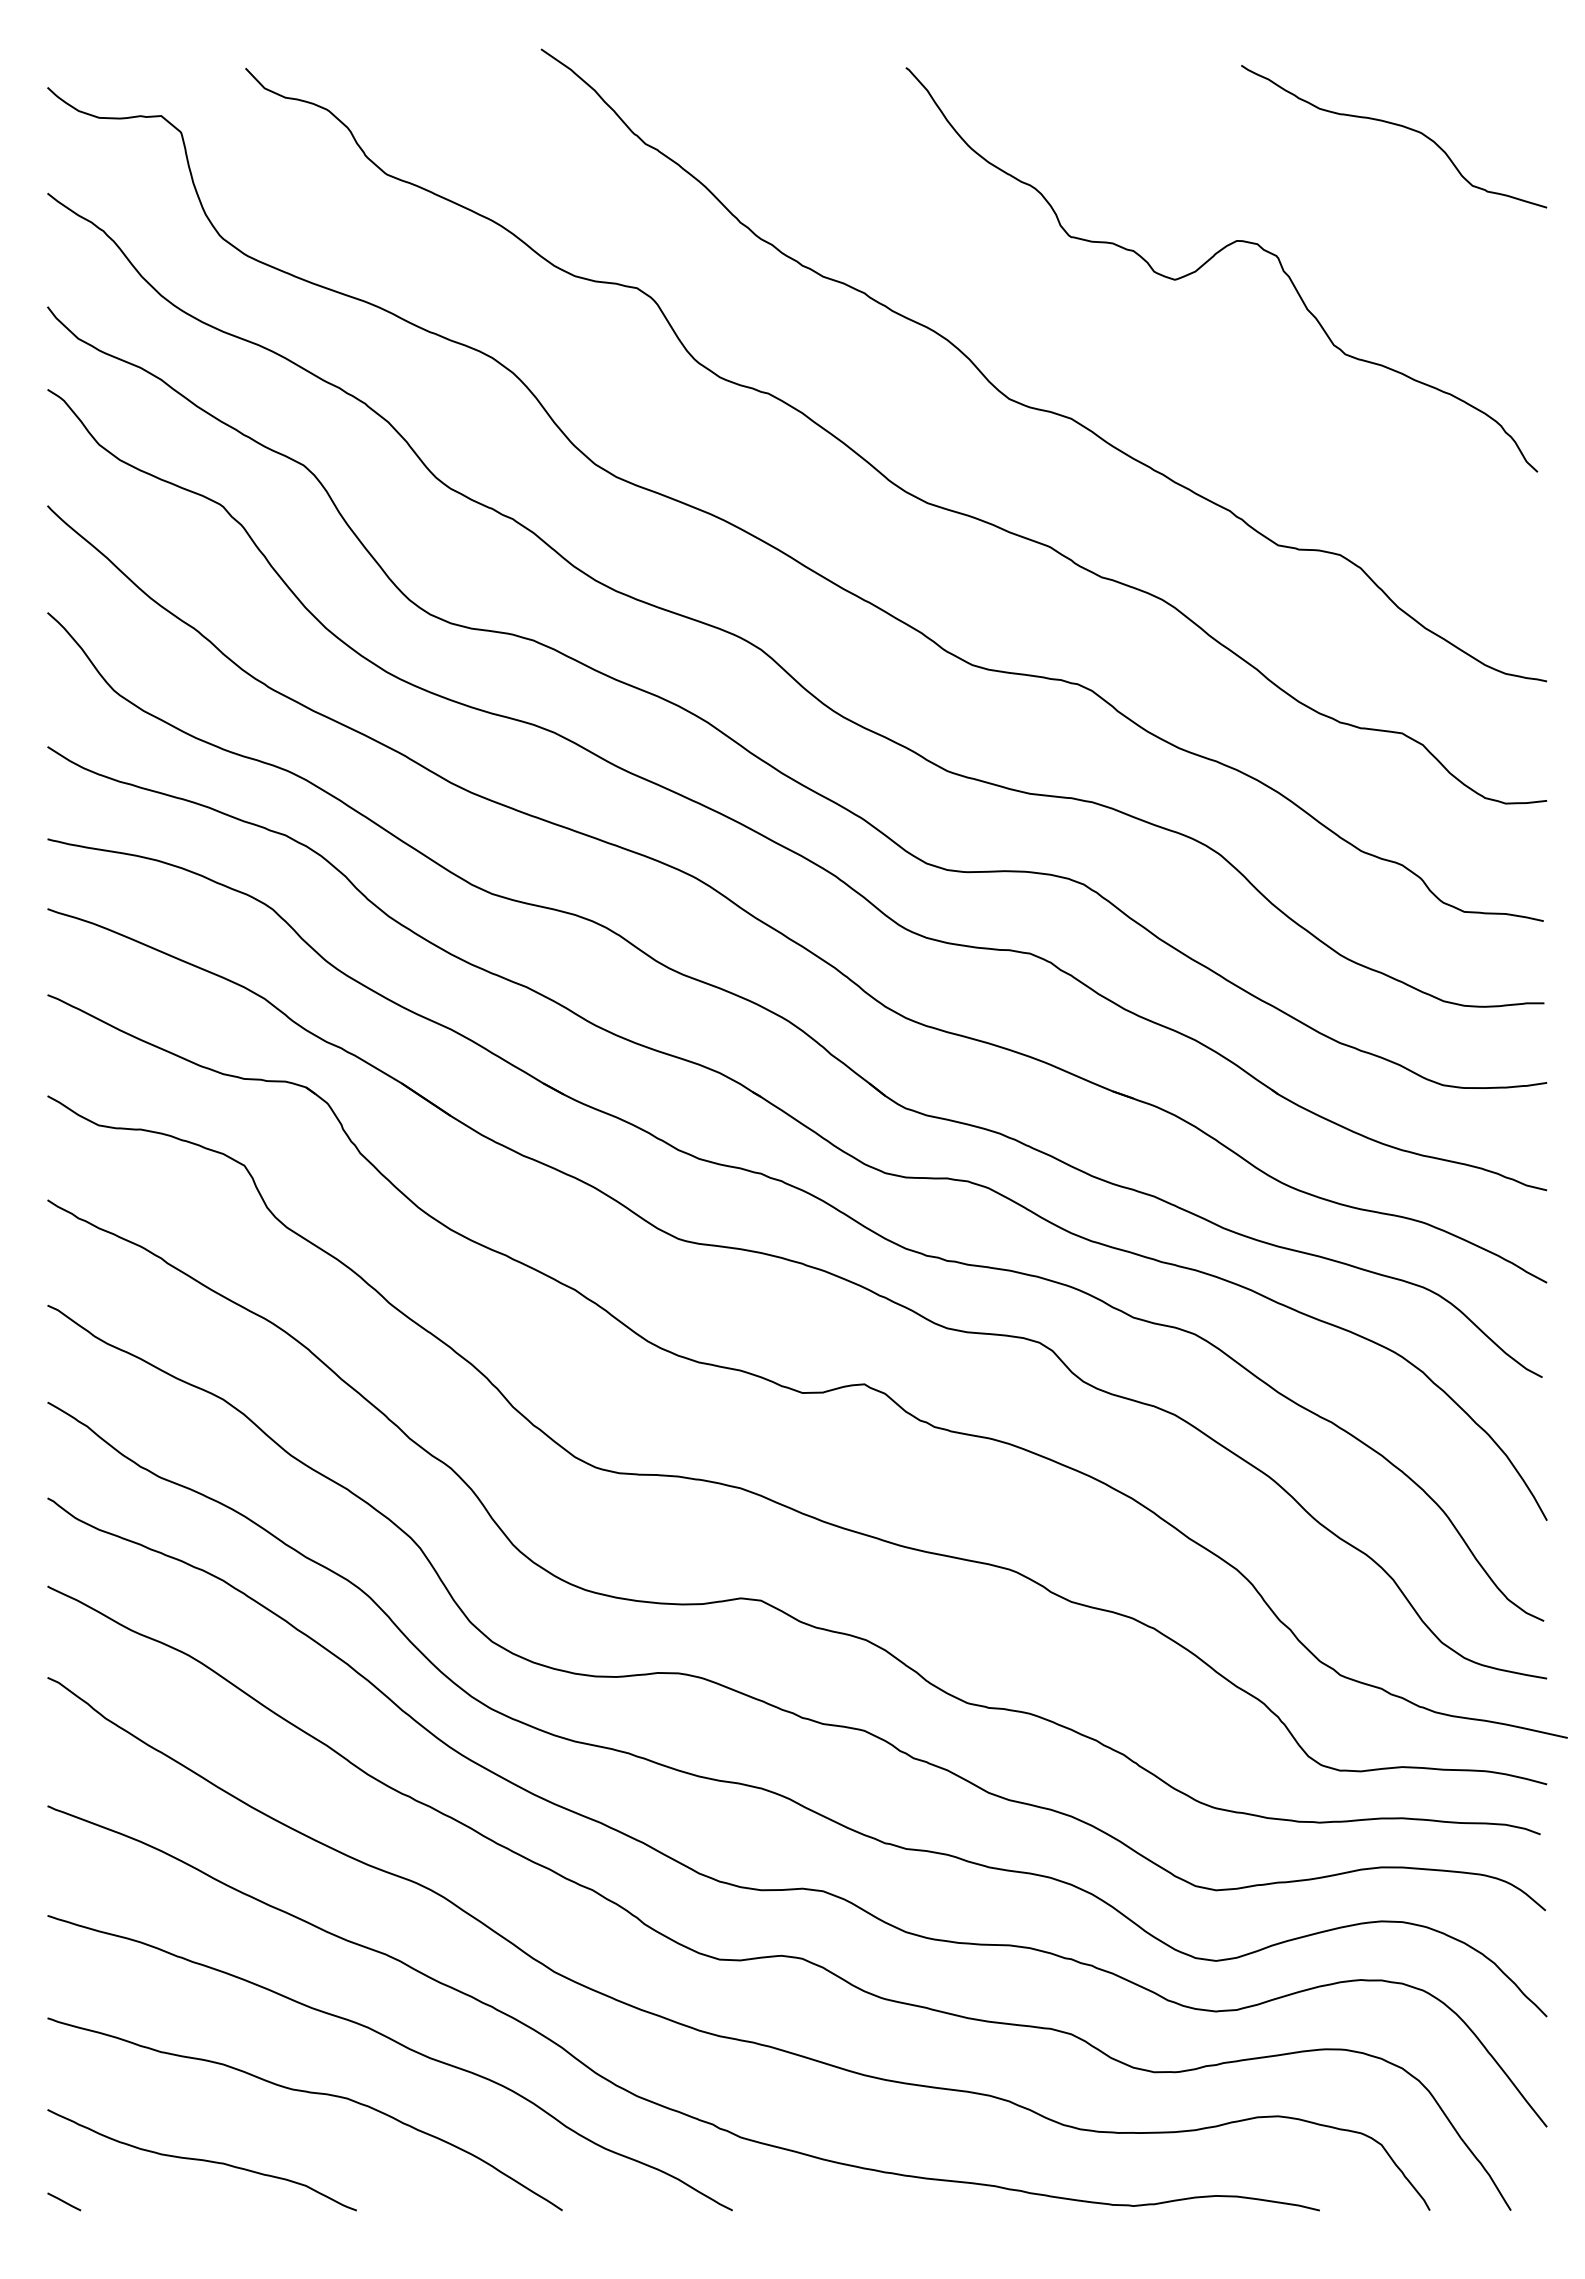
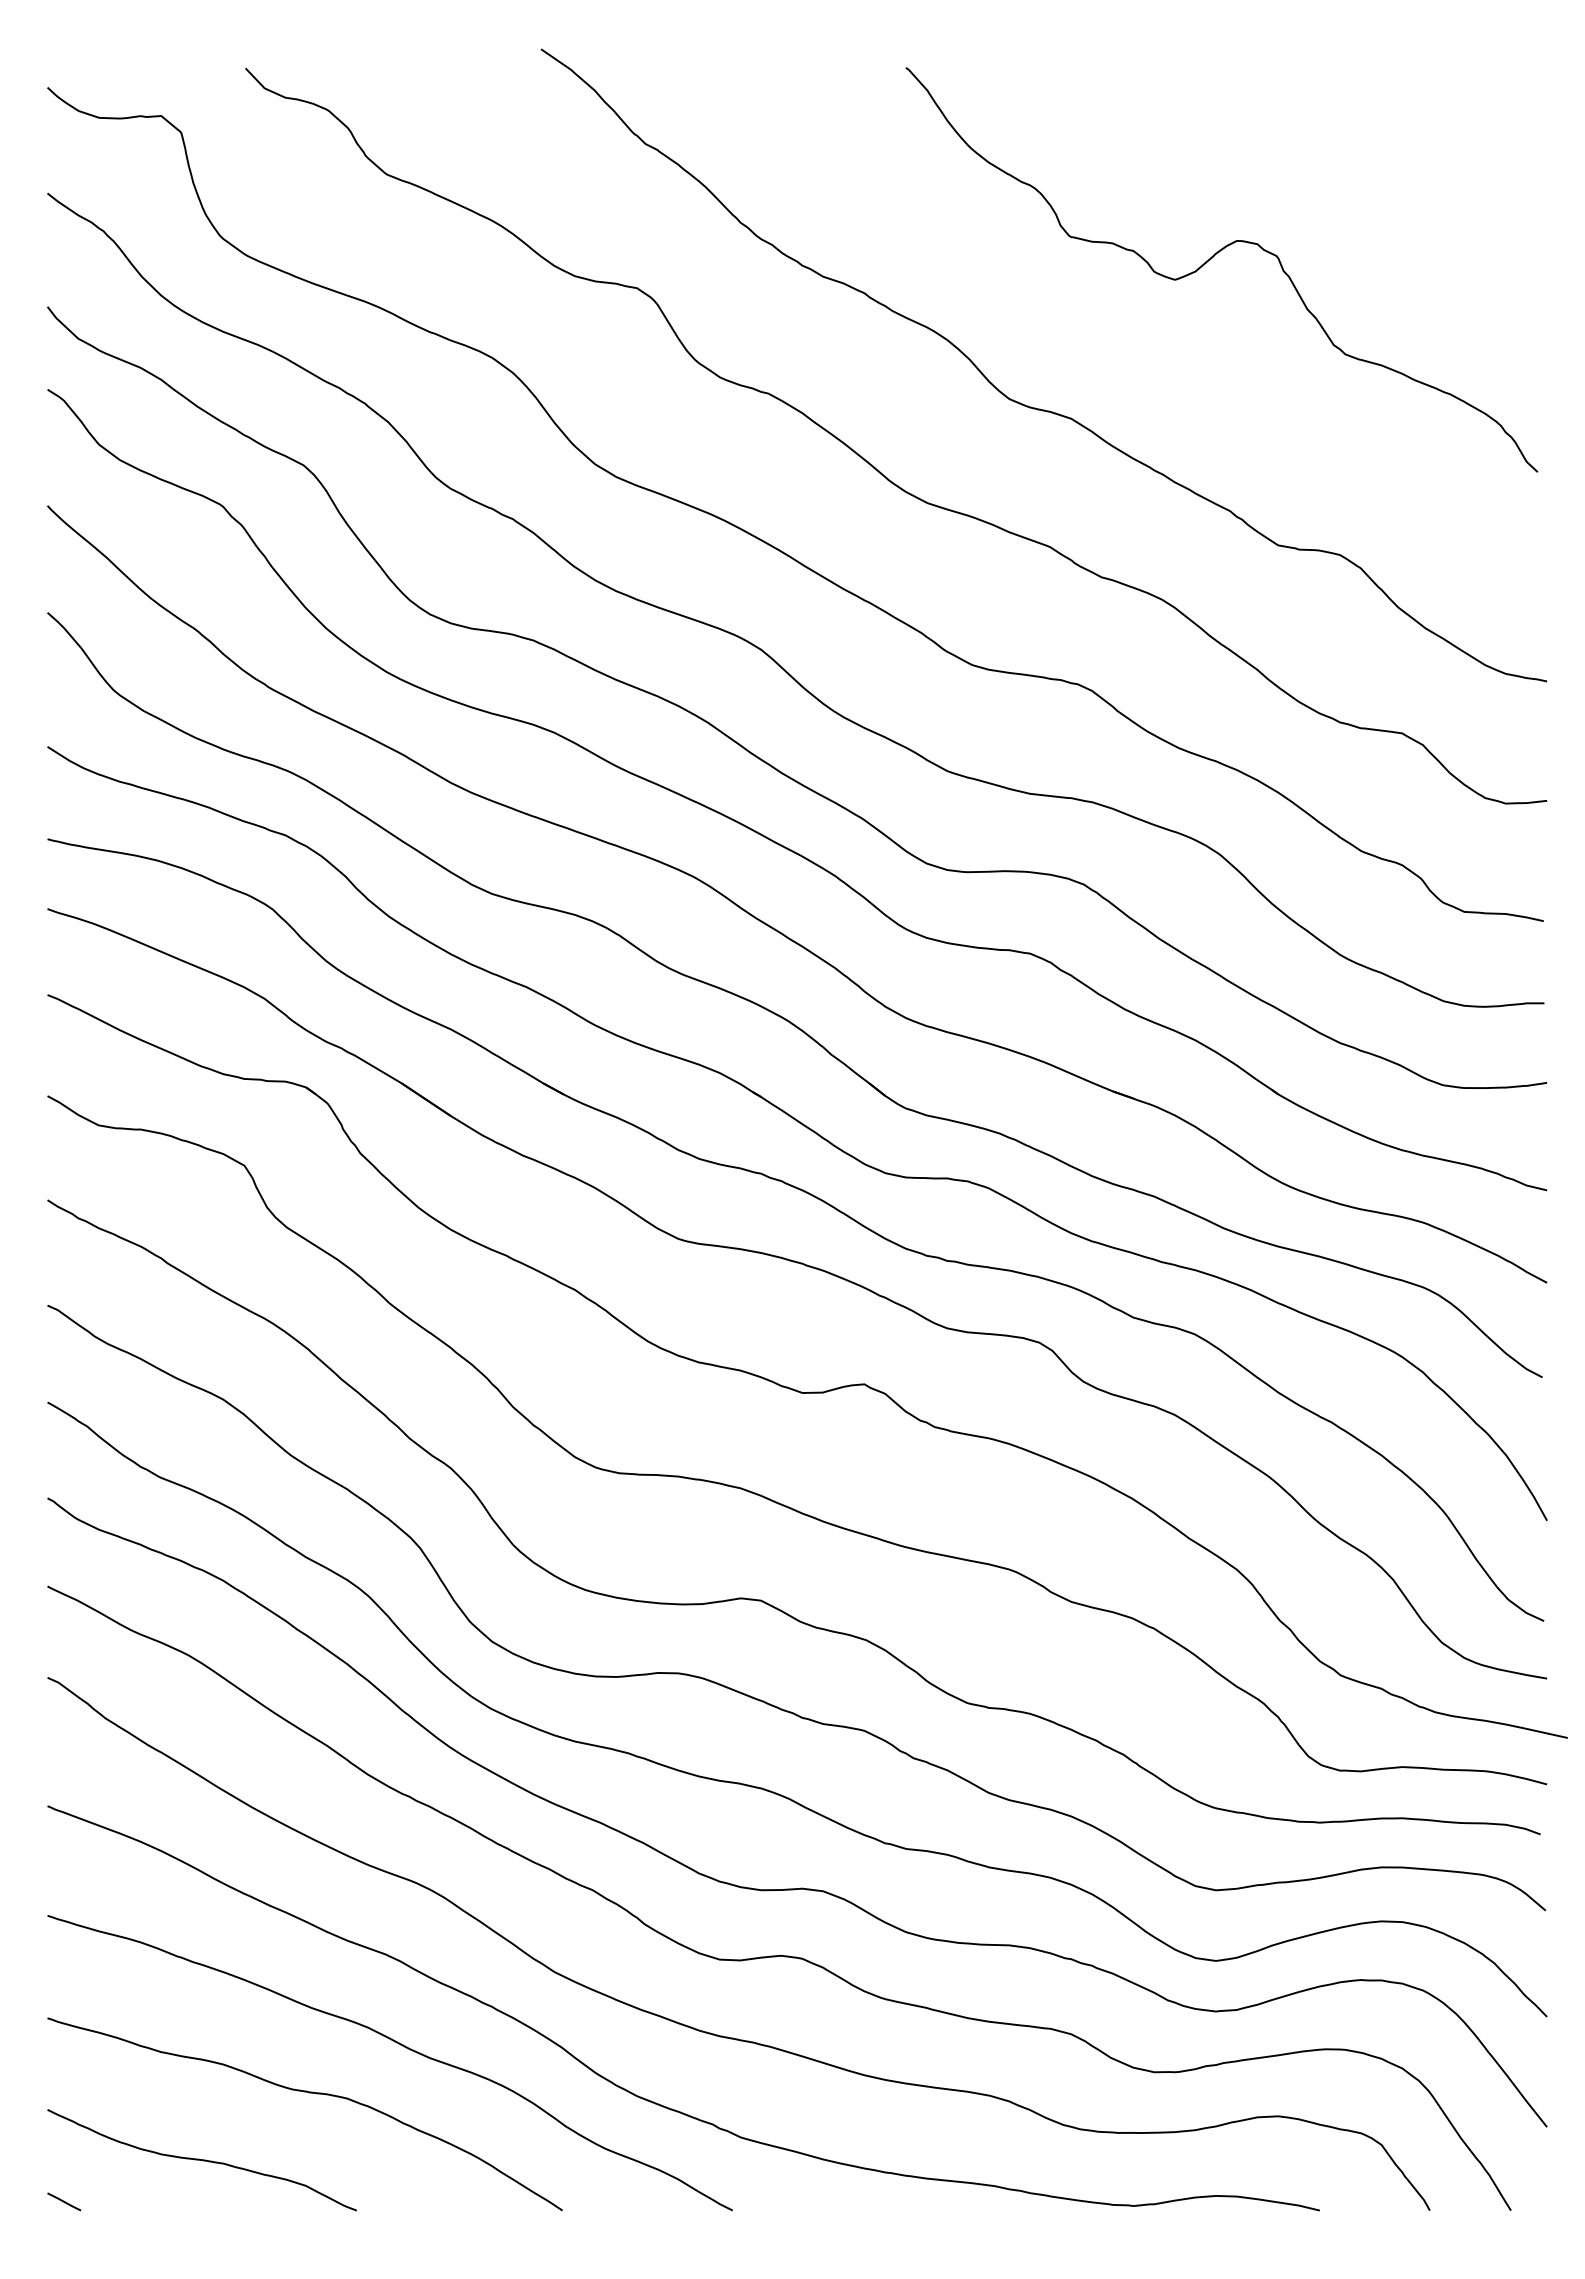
curve at (1395, 125): present -> none
